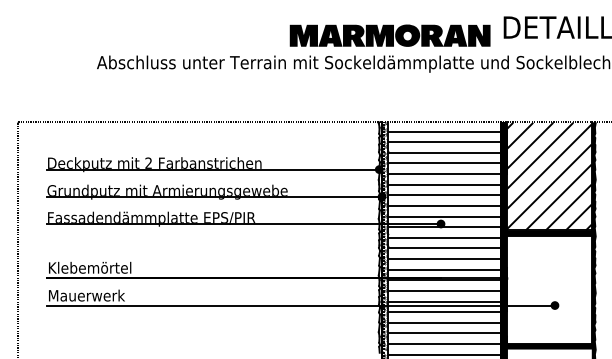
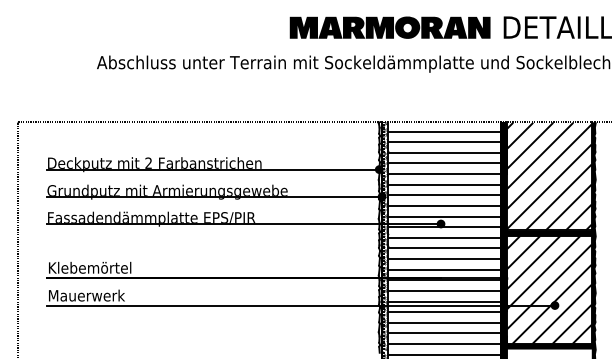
part at (389, 35) position: (389, 35) -> (389, 27)
hatch at (548, 289): none -> present
